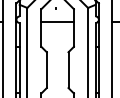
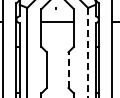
line at (88, 52): solid -> dashed
line at (68, 70): solid -> dashed
